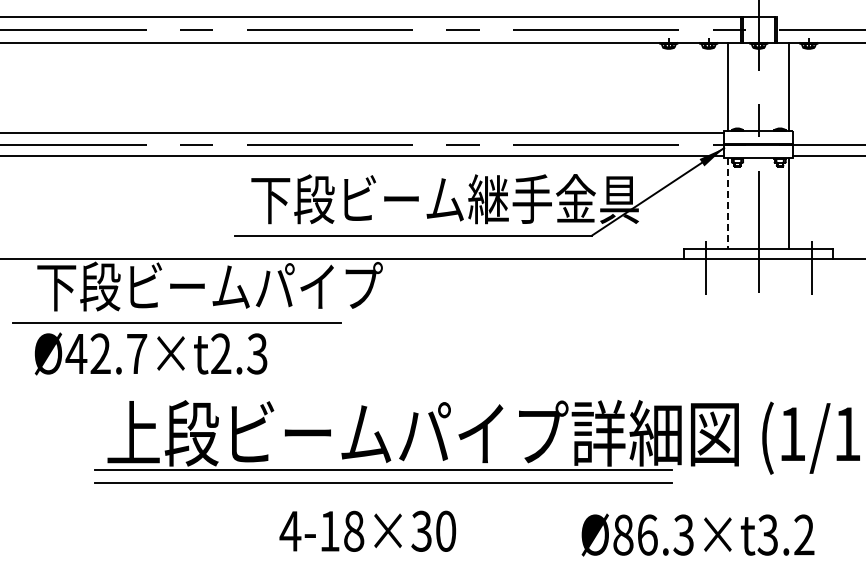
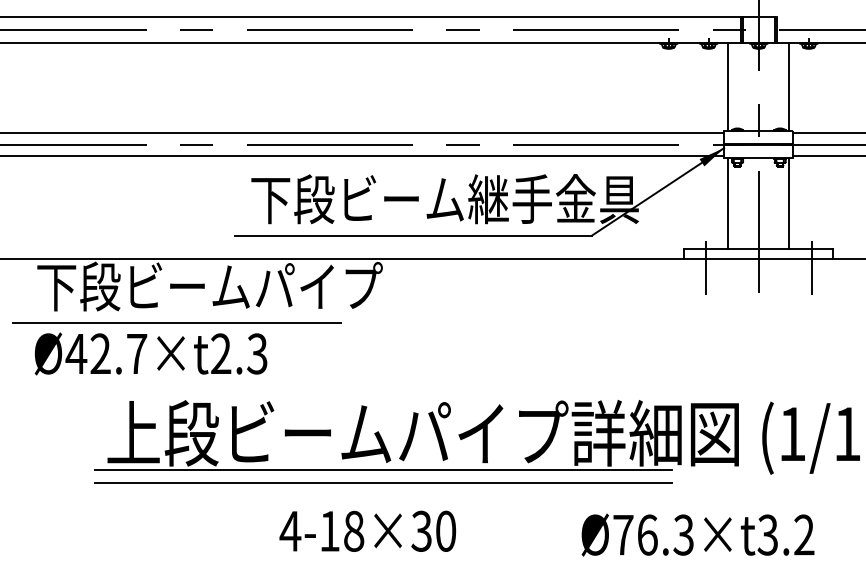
line at (827, 133): none -> present
line at (728, 203): dashed -> solid
text at (623, 534): Ø86.3×t3.2 -> Ø76.3×t3.2
